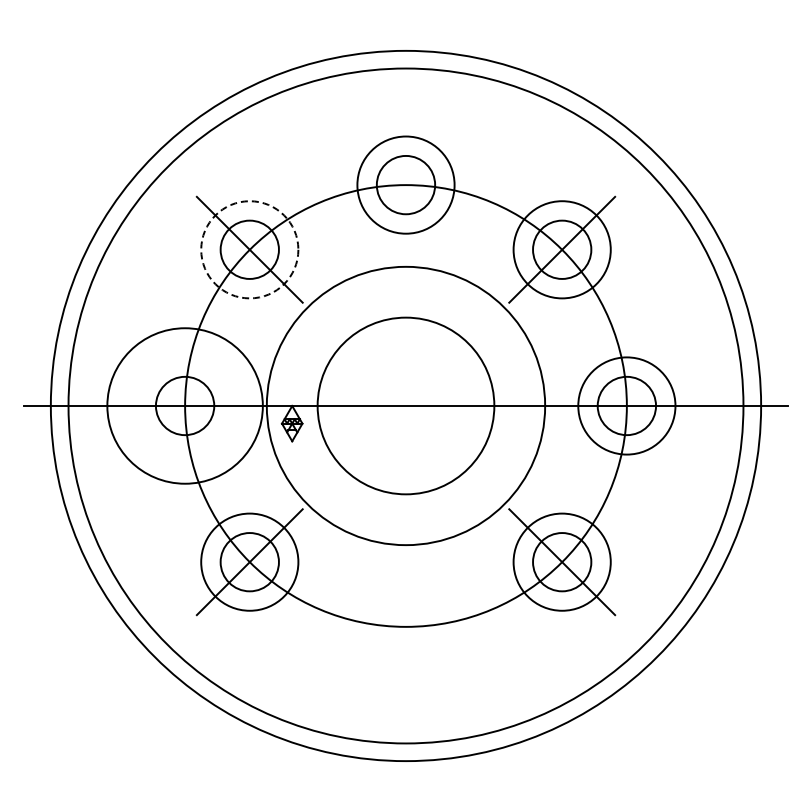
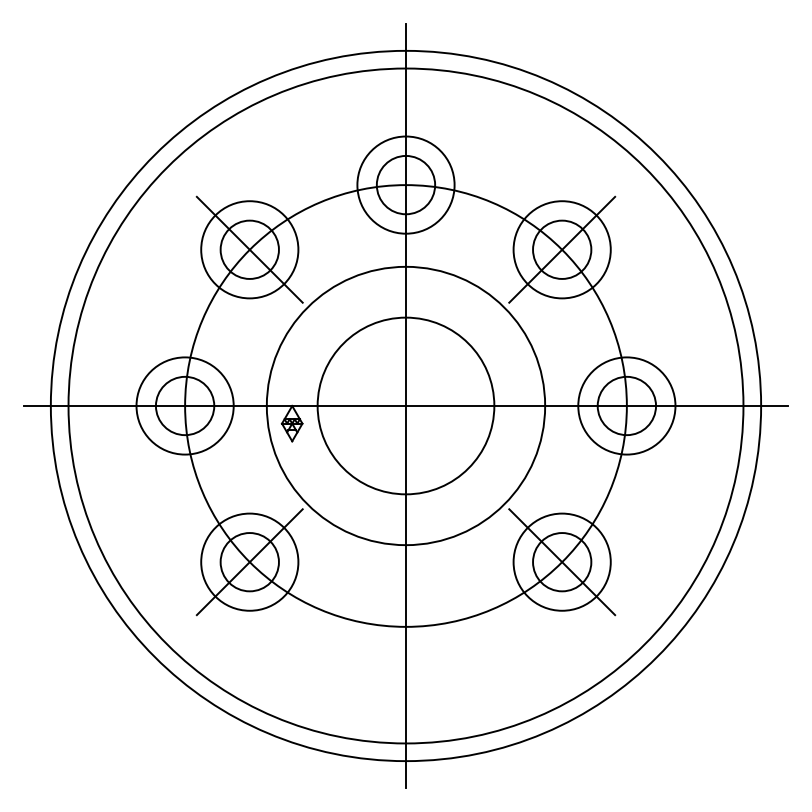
circle at (249, 249): dashed -> solid
circle at (184, 405) diameter: 156 px -> 97 px
line at (406, 405): none -> present
